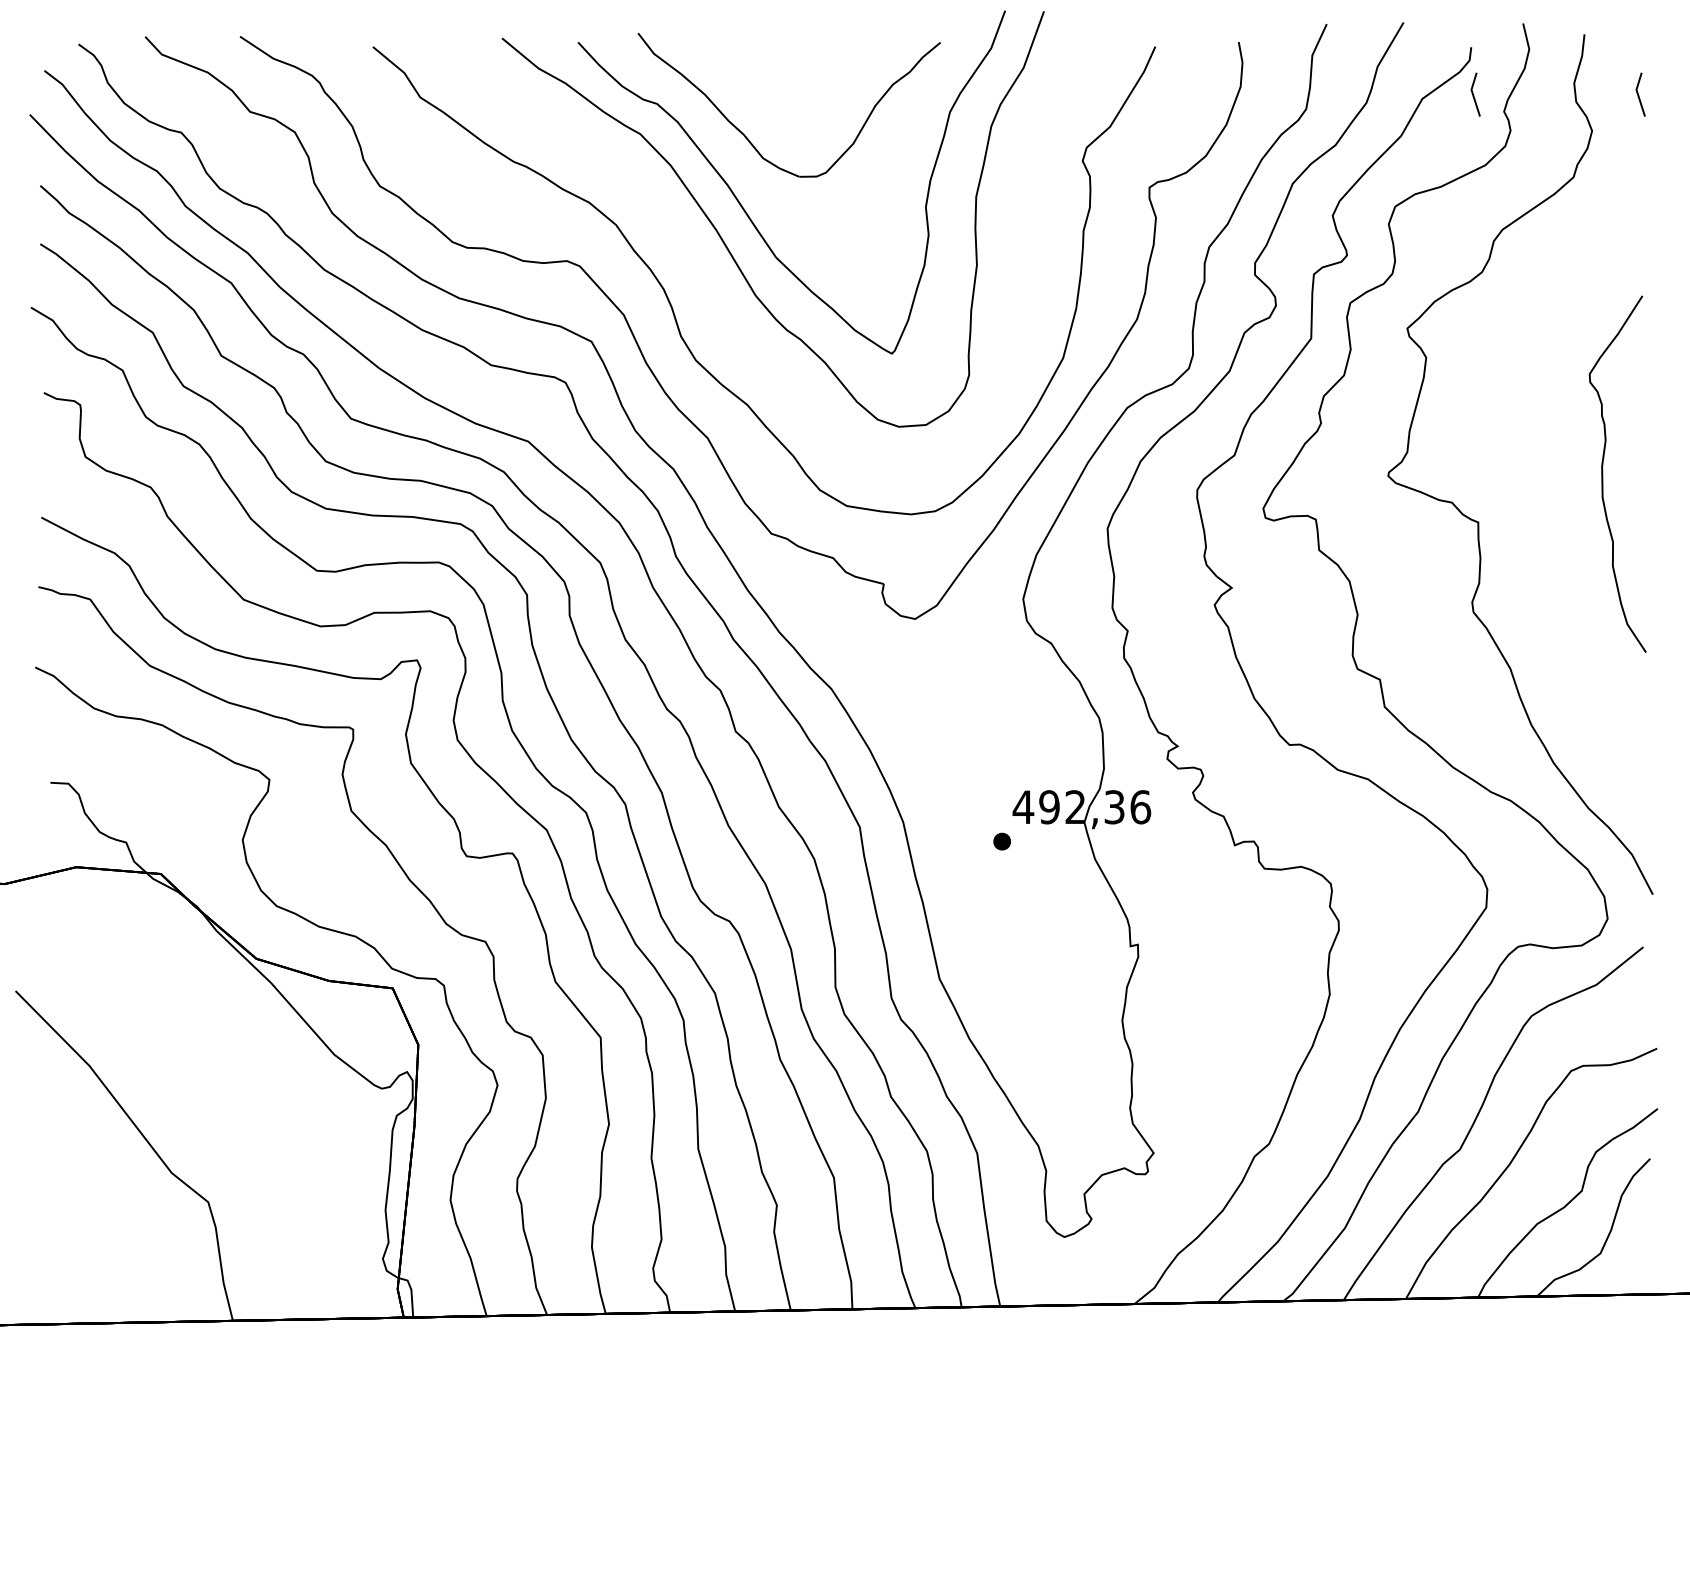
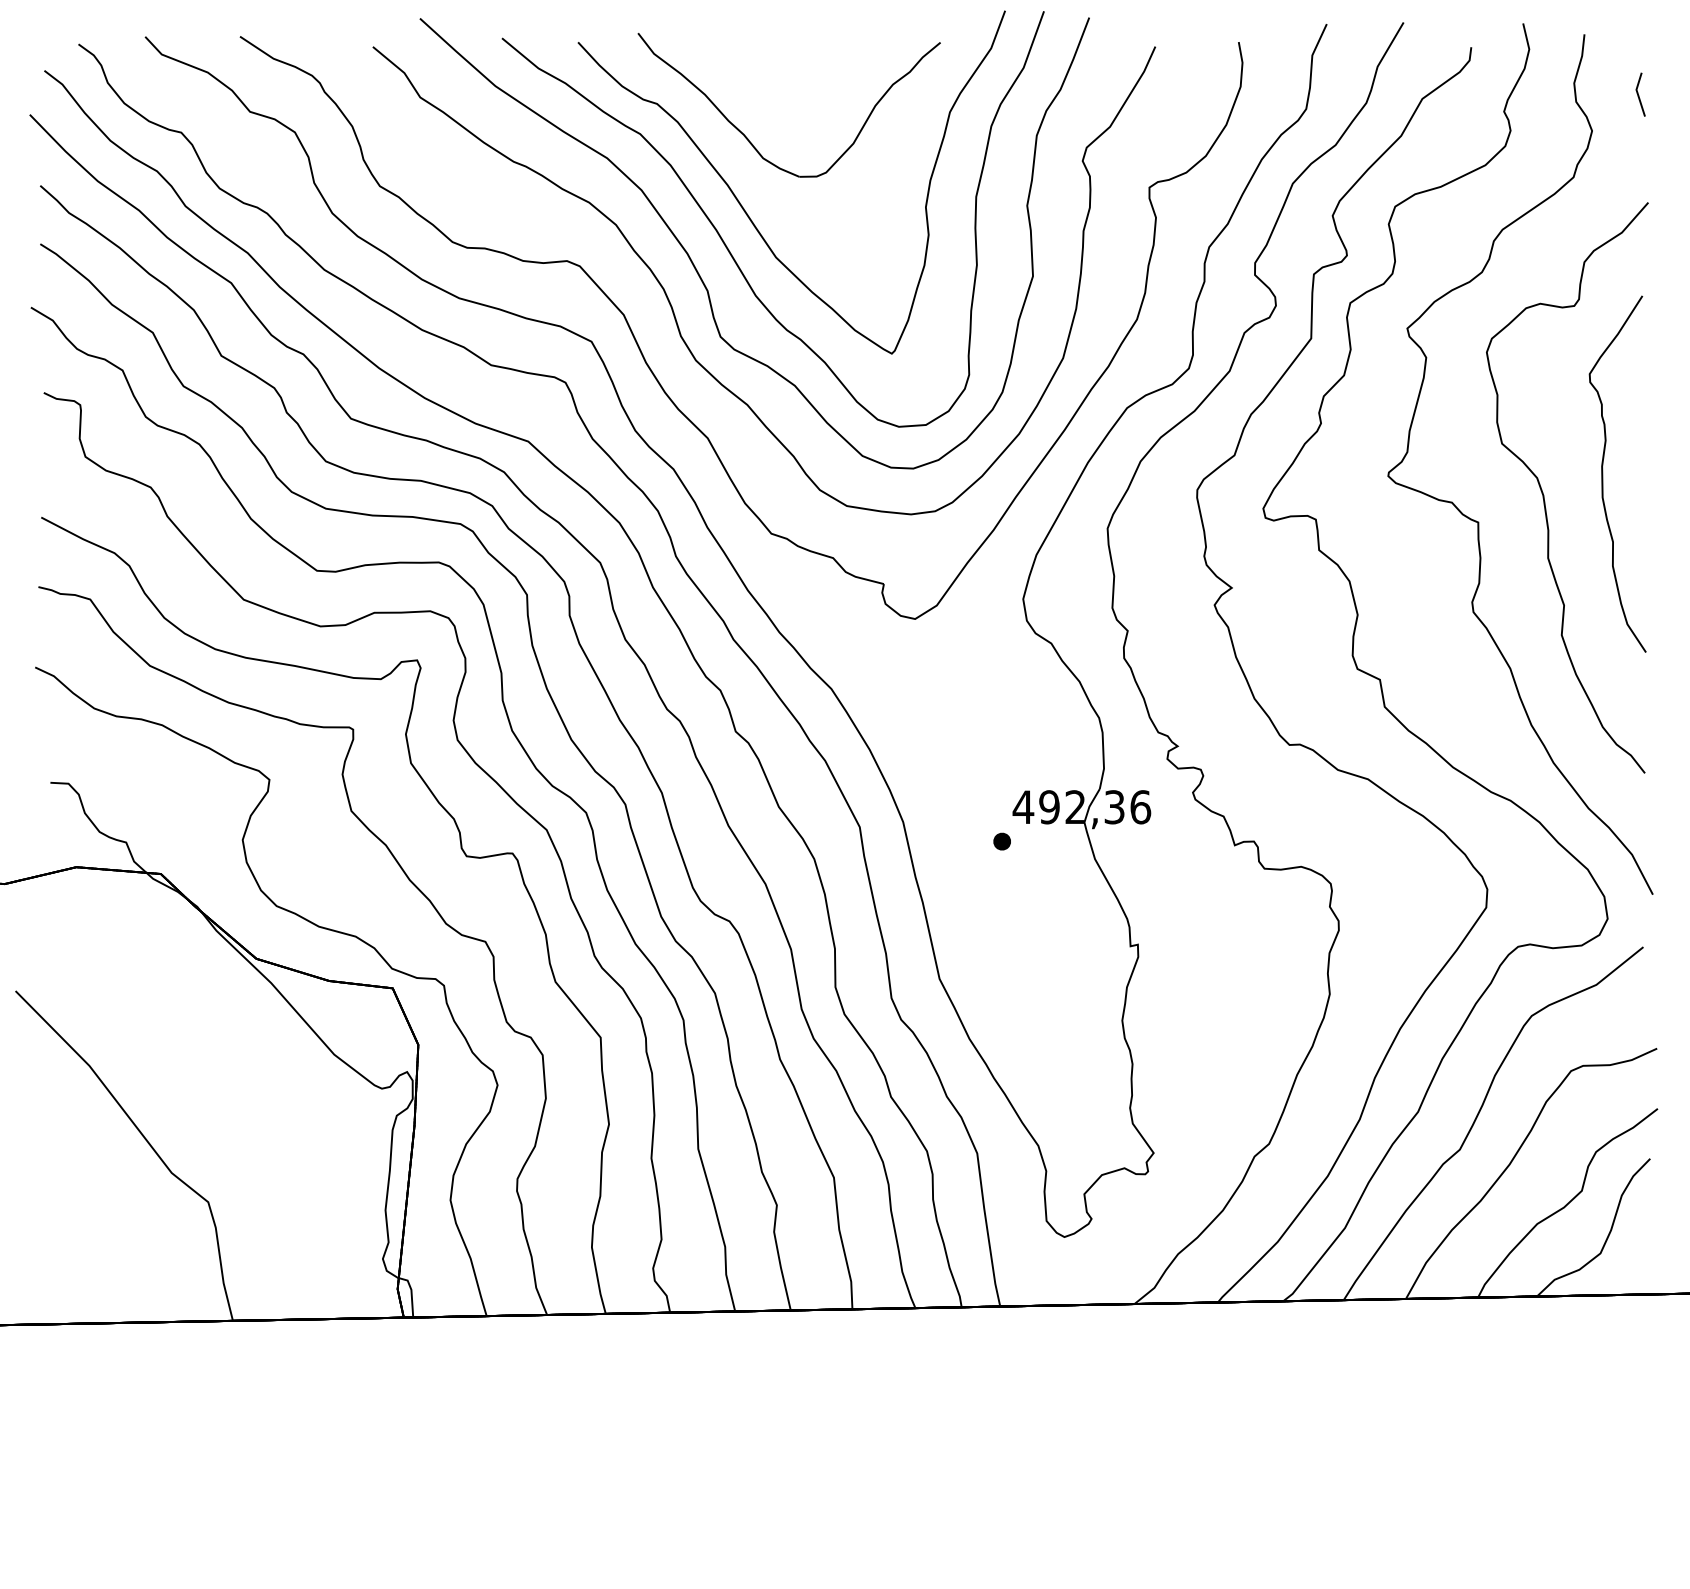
line at (1474, 95): present -> none
curve at (698, 271): none -> present
curve at (1544, 495): none -> present
